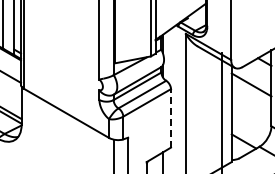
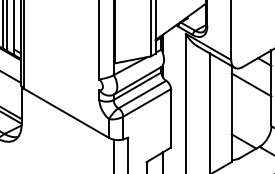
line at (6, 26): none -> present
line at (221, 111) position: (221, 111) -> (209, 111)
line at (171, 117): dashed -> solid
